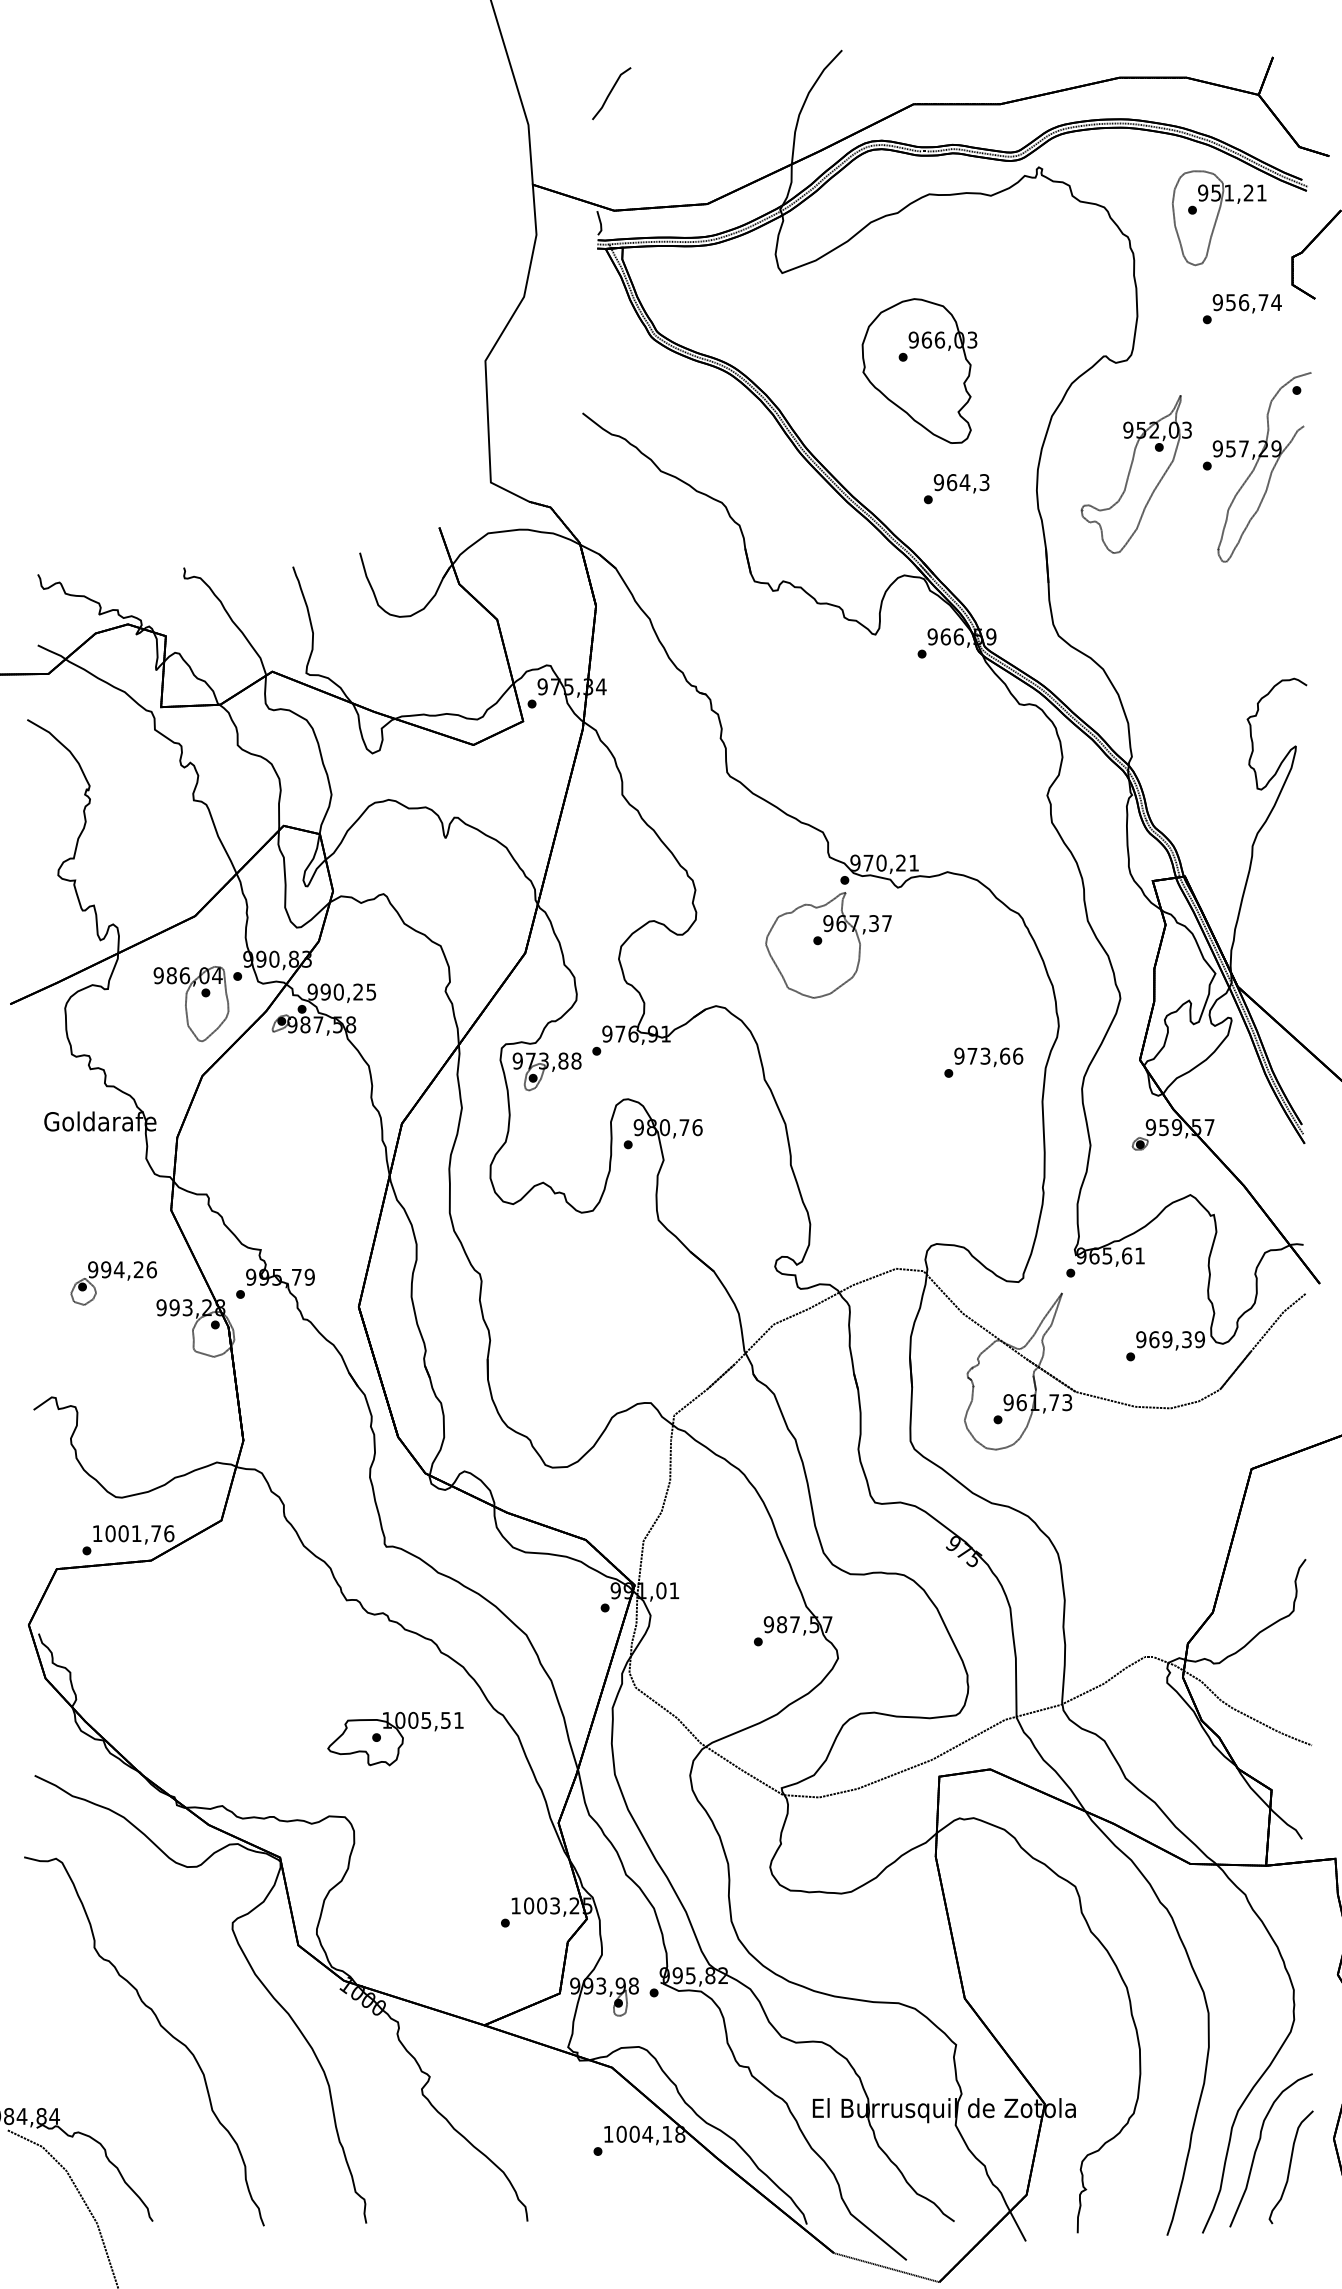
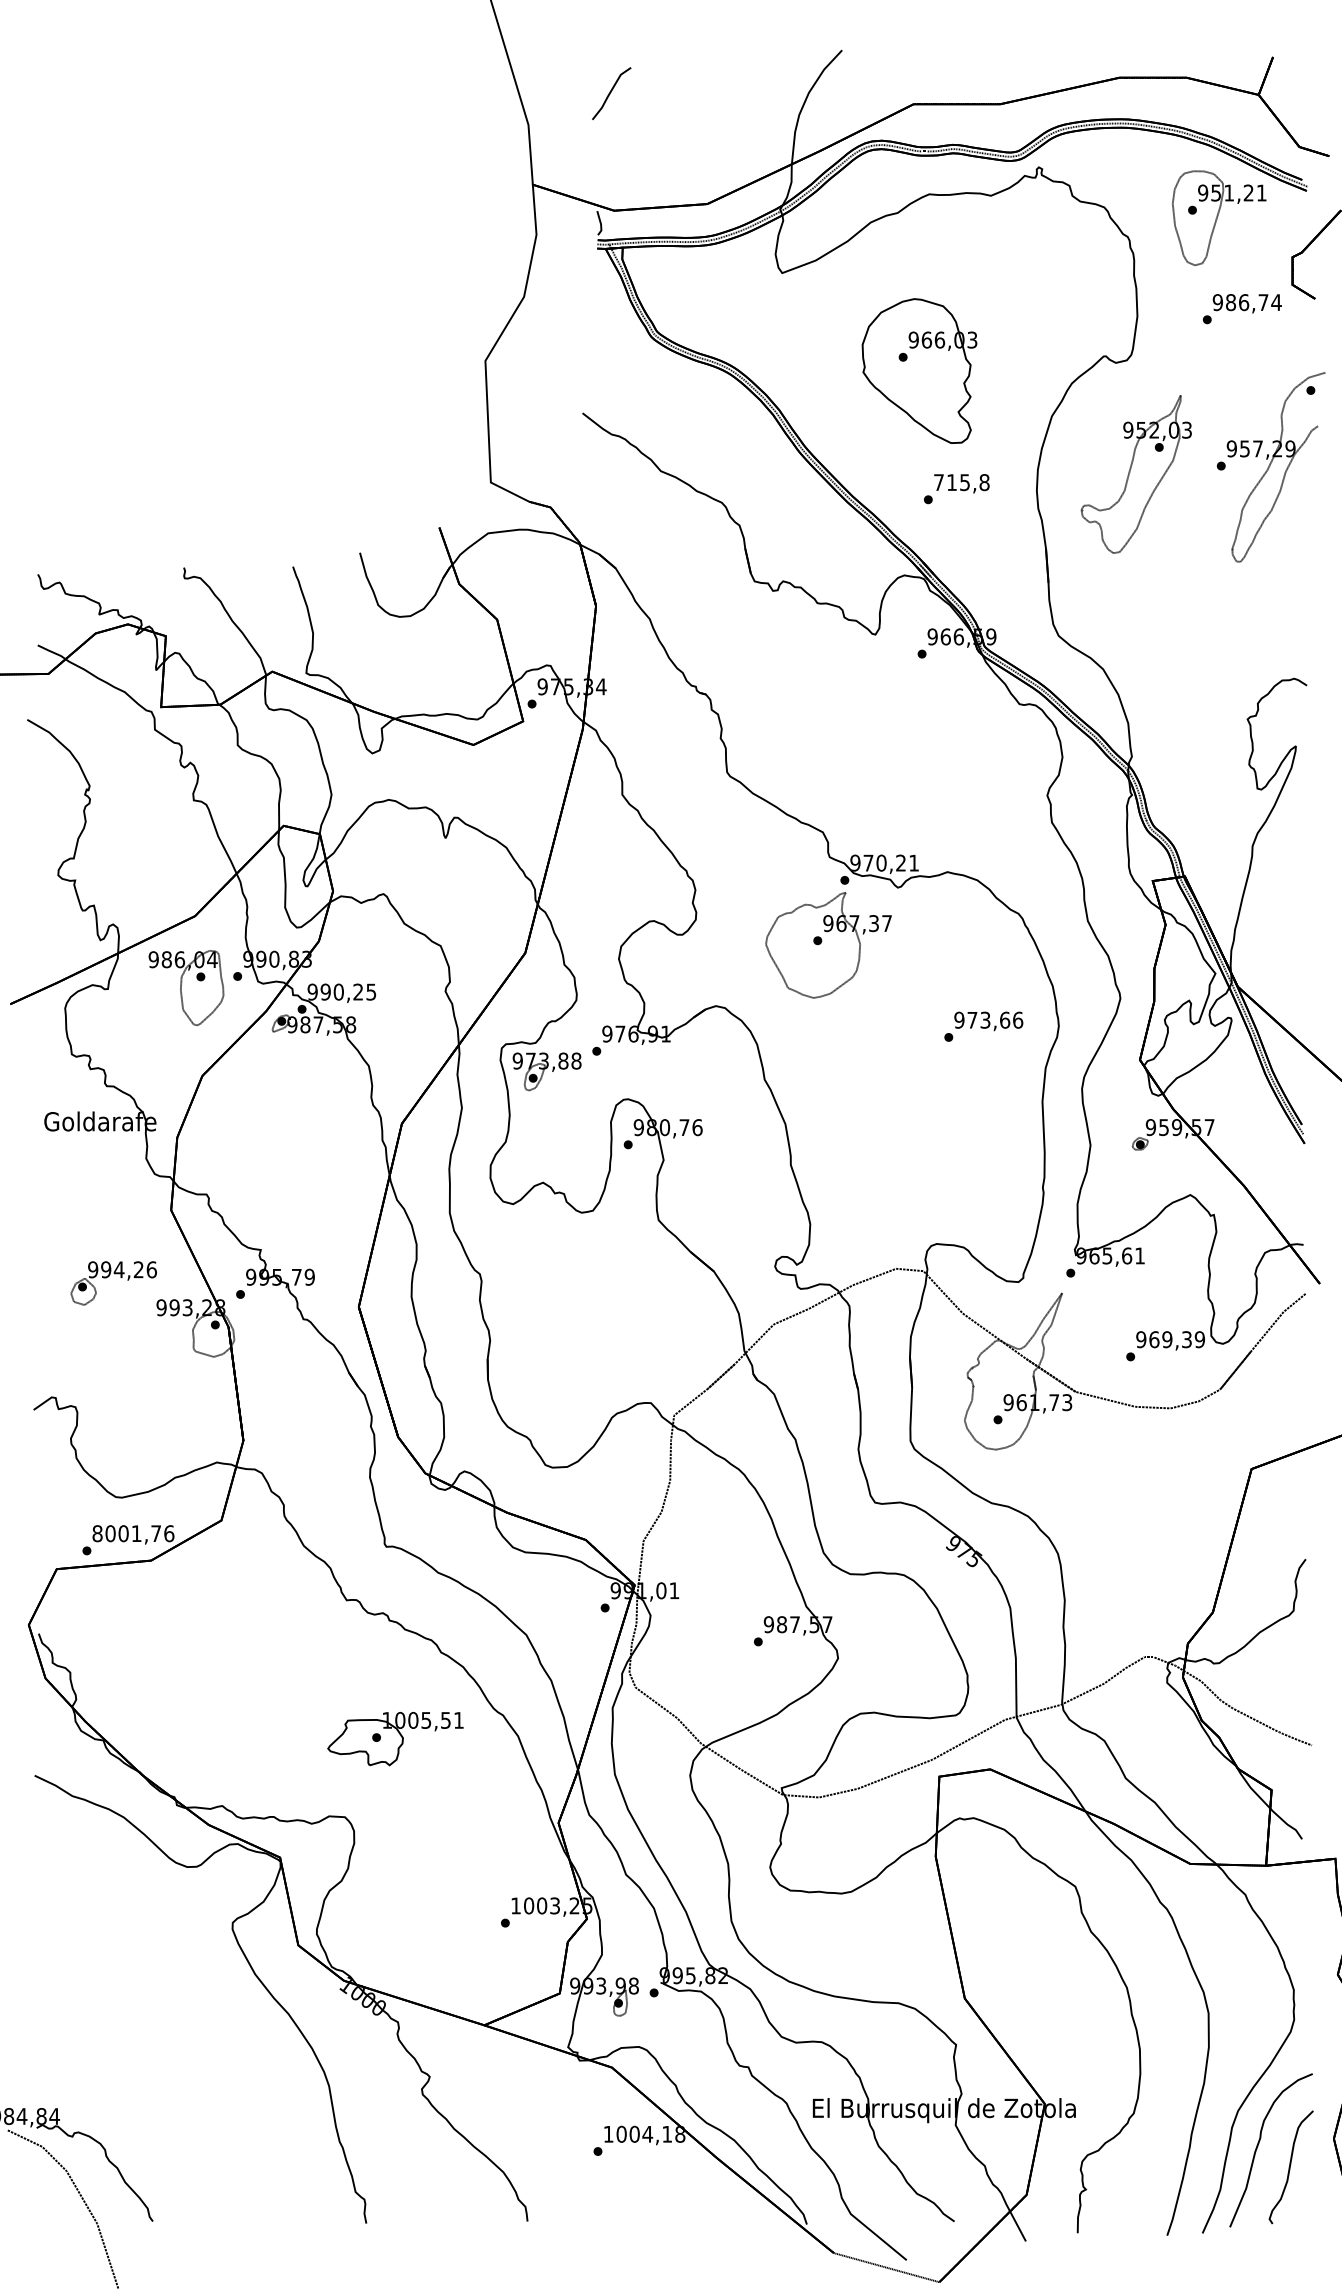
text at (1231, 302): 956,74 -> 986,74
part at (1256, 467) position: (1256, 467) -> (1270, 467)
text at (961, 482): 964,3 -> 715,8
part at (191, 1003) position: (191, 1003) -> (186, 987)
text at (983, 1062) position: (983, 1062) -> (983, 1026)
text at (97, 1533): 1001,76 -> 8001,76
curve at (159, 2025): present -> none
